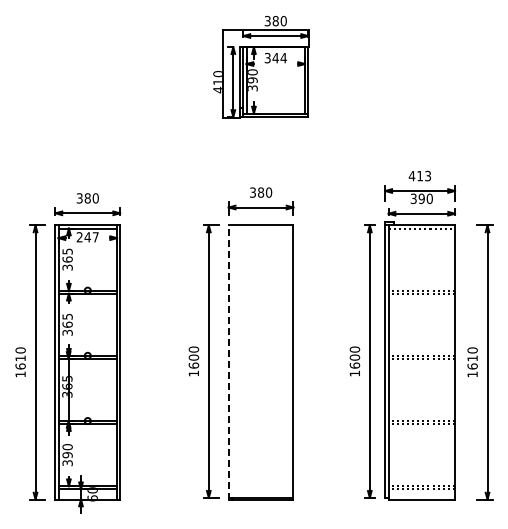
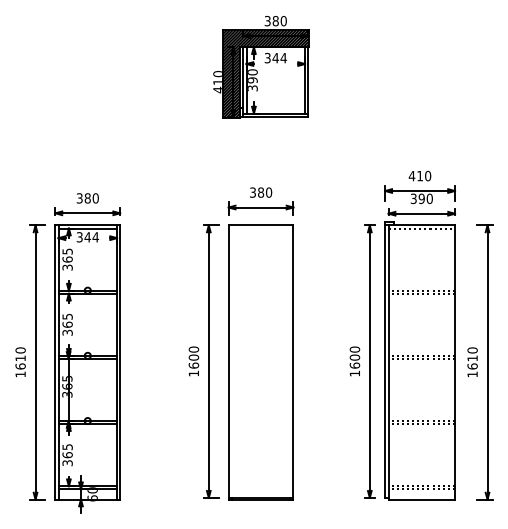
hatch at (265, 74): none -> present
text at (428, 176): 413 -> 410
text at (87, 237): 247 -> 344
line at (228, 362): dashed -> solid
text at (67, 451): 390 -> 365
